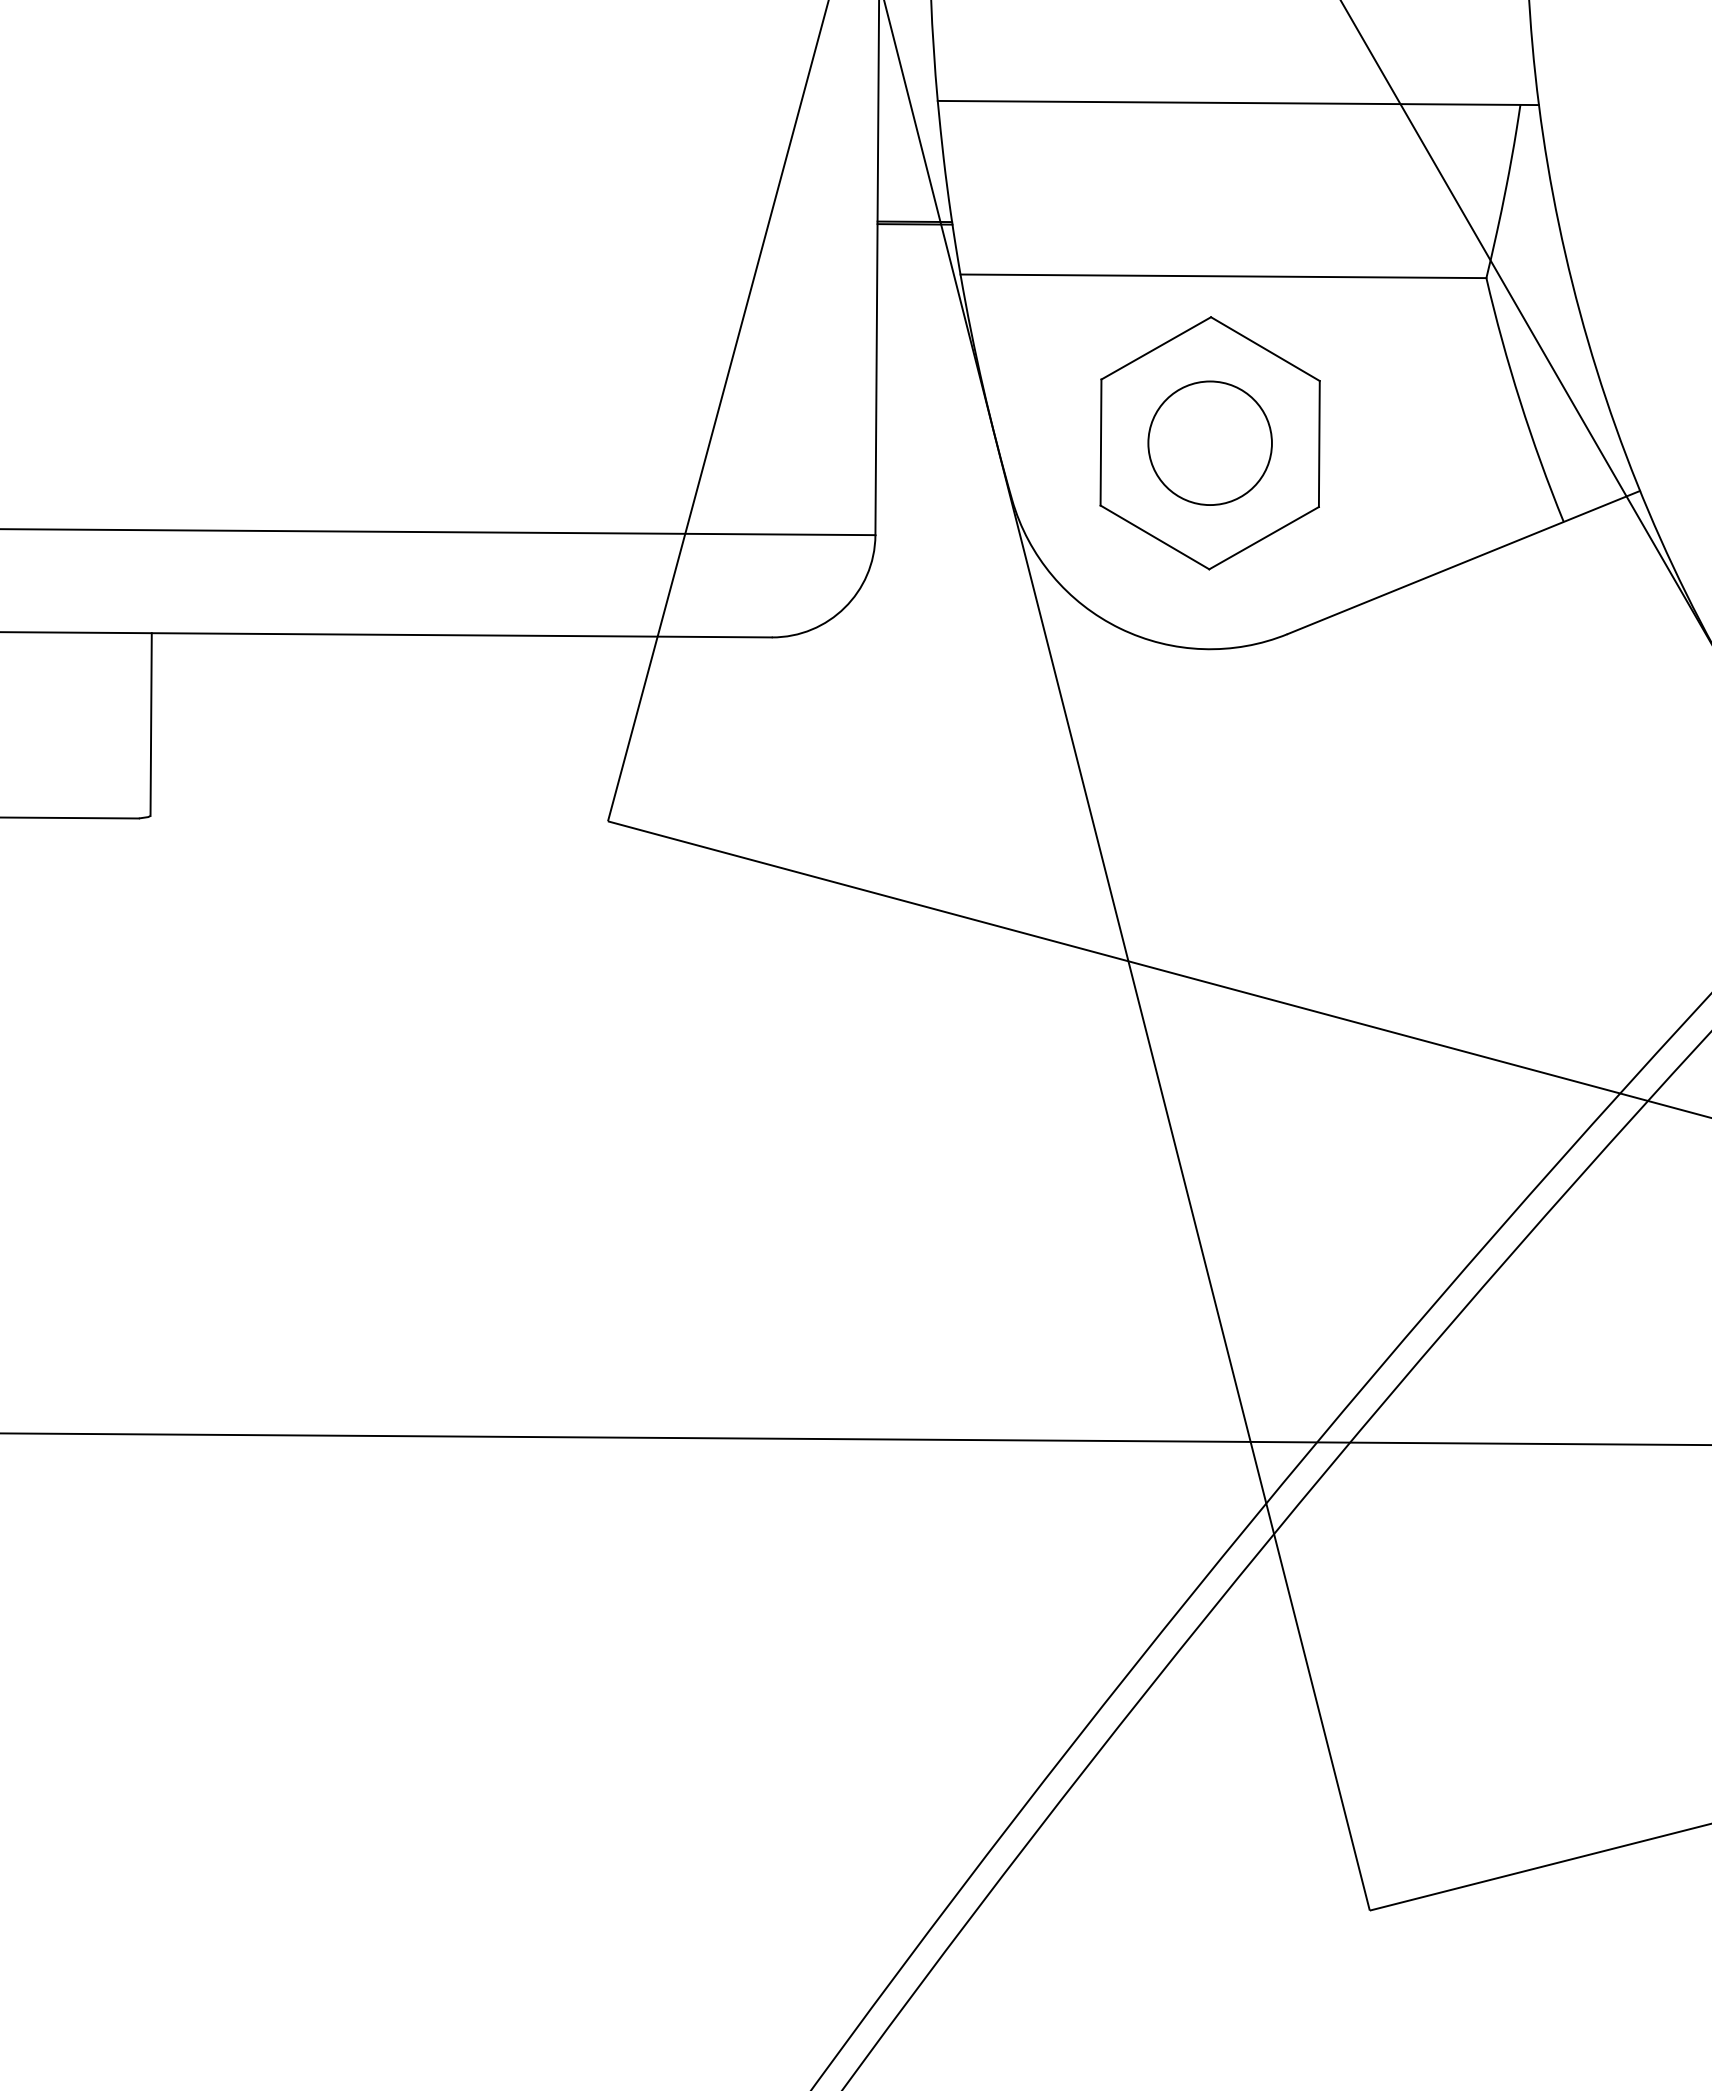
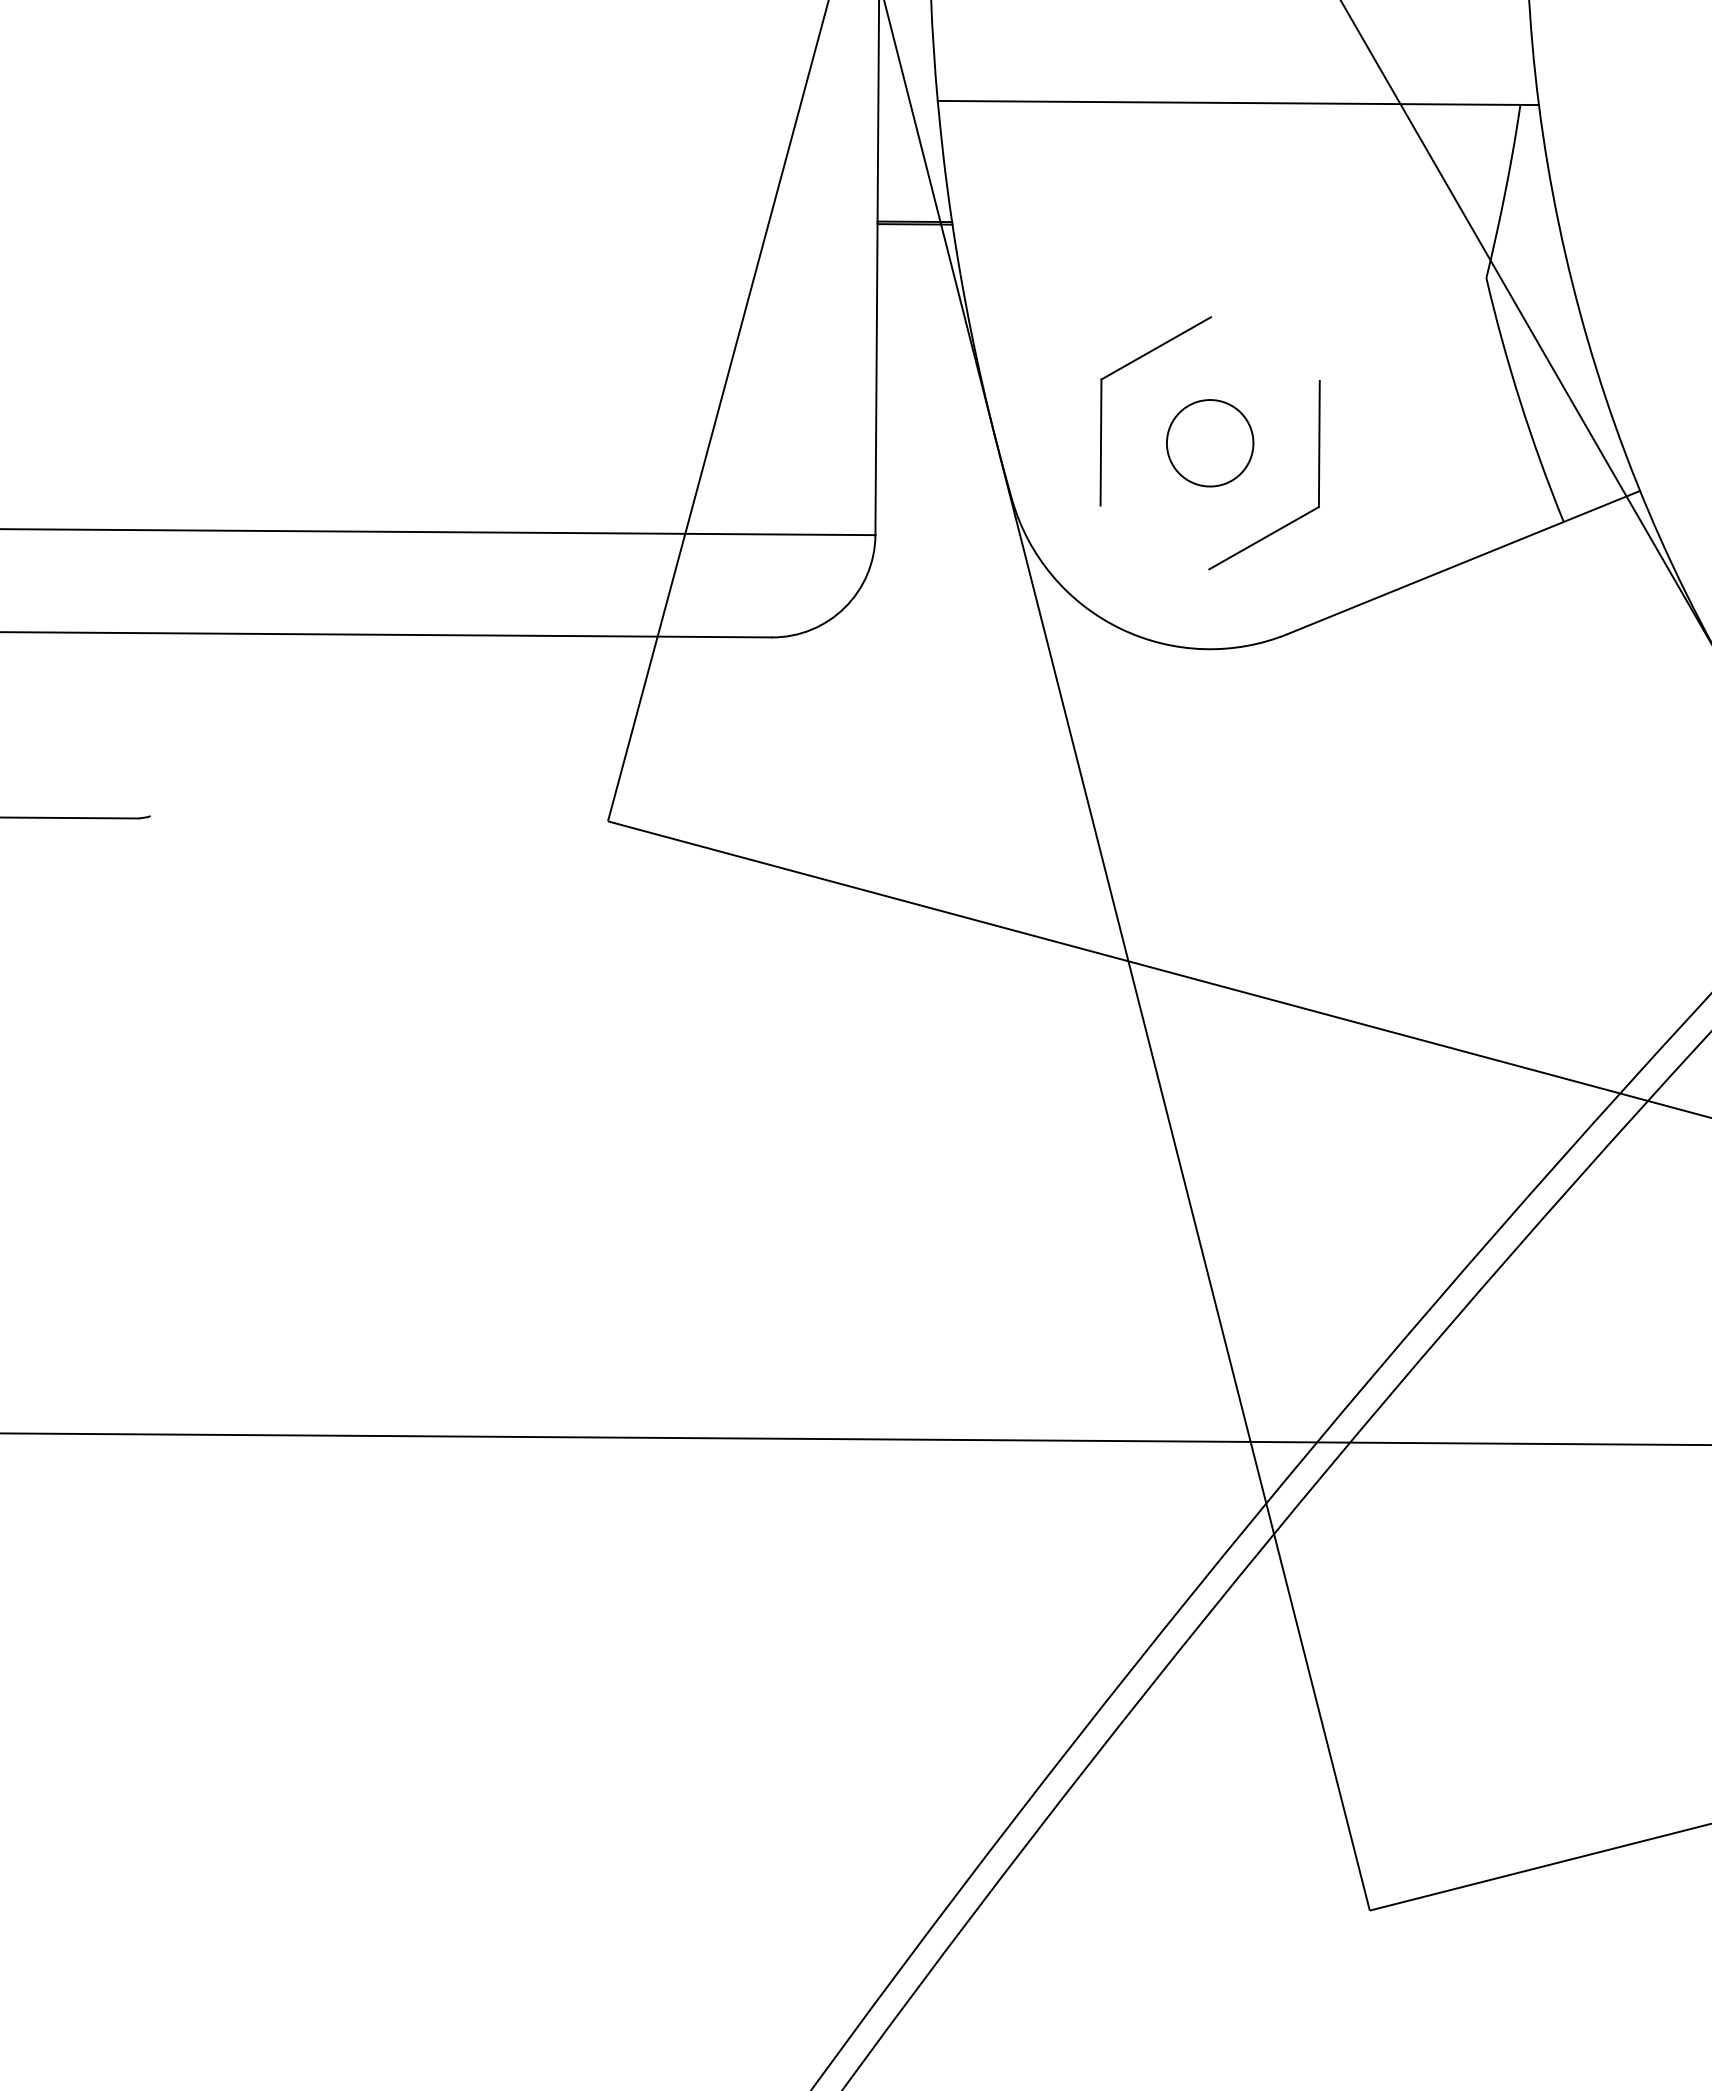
line at (1223, 276): present -> none
line at (1265, 349): present -> none
circle at (1209, 443) diameter: 124 px -> 87 px
line at (1154, 537): present -> none
line at (150, 724): present -> none
